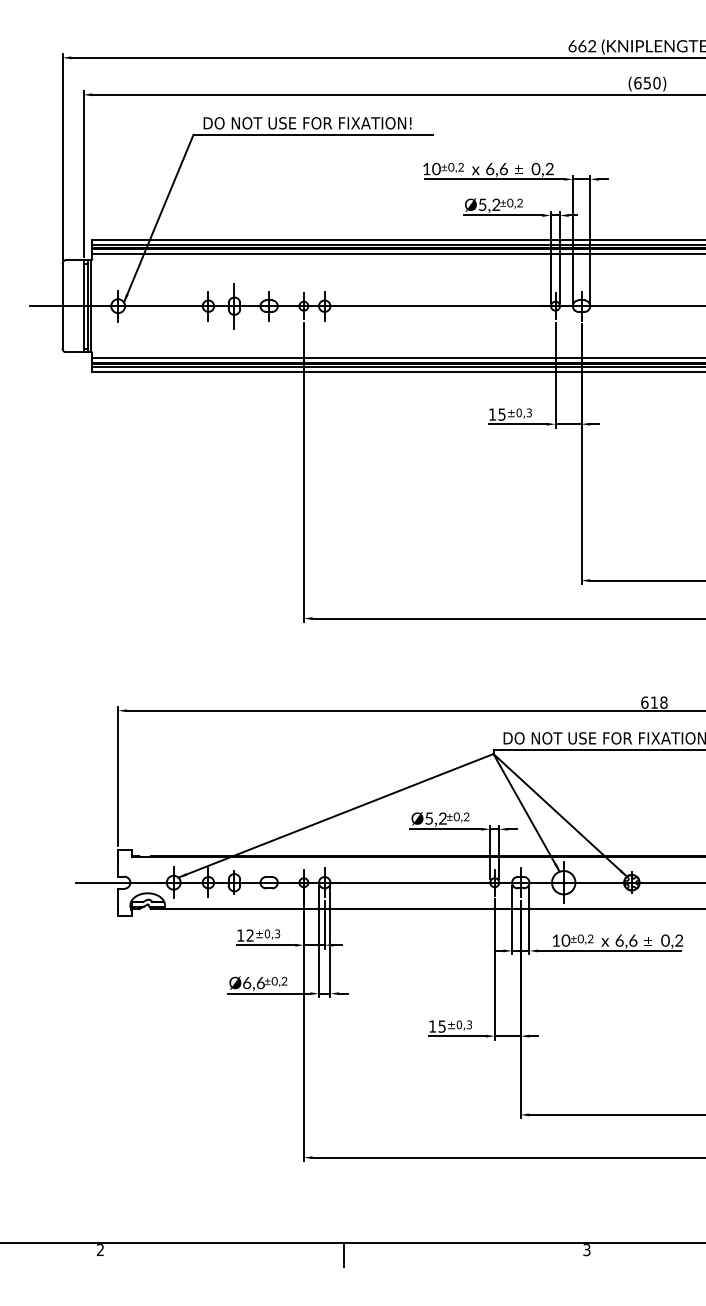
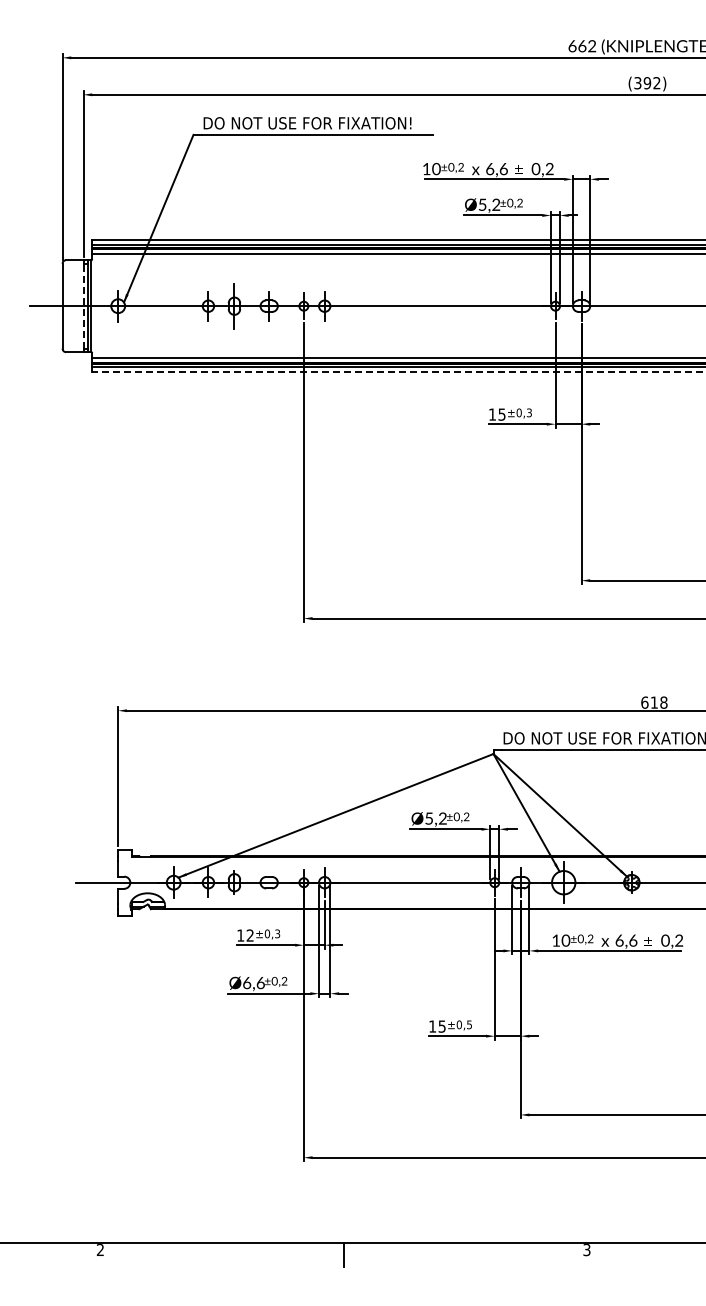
text at (647, 83): (650) -> (392)
line at (83, 306): solid -> dashed
line at (399, 372): solid -> dashed
text at (469, 1024): ±0,3 -> ±0,5
